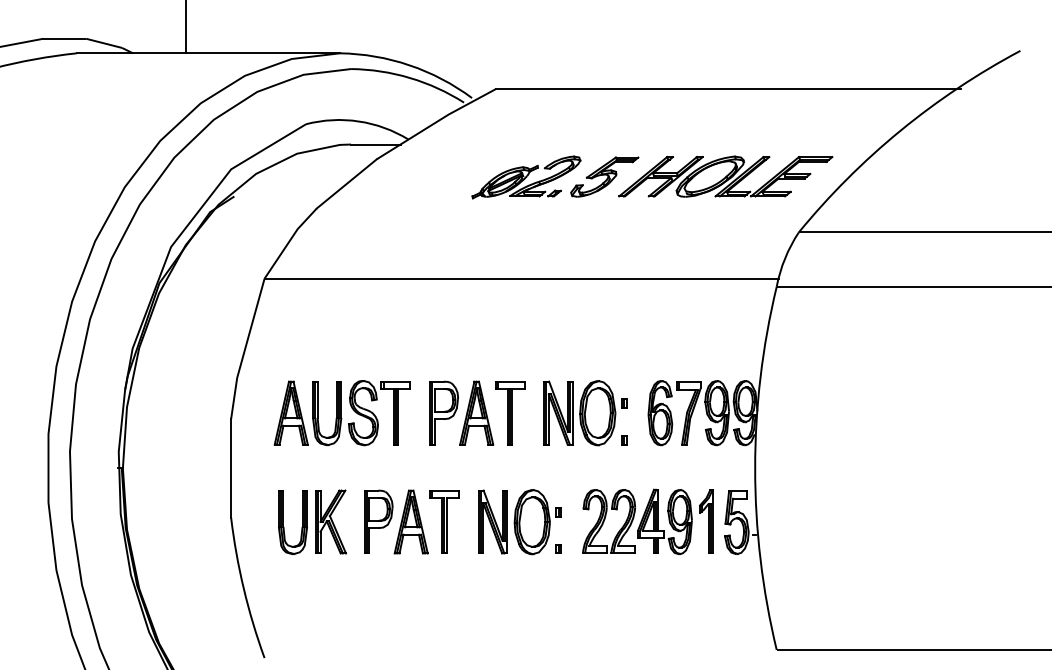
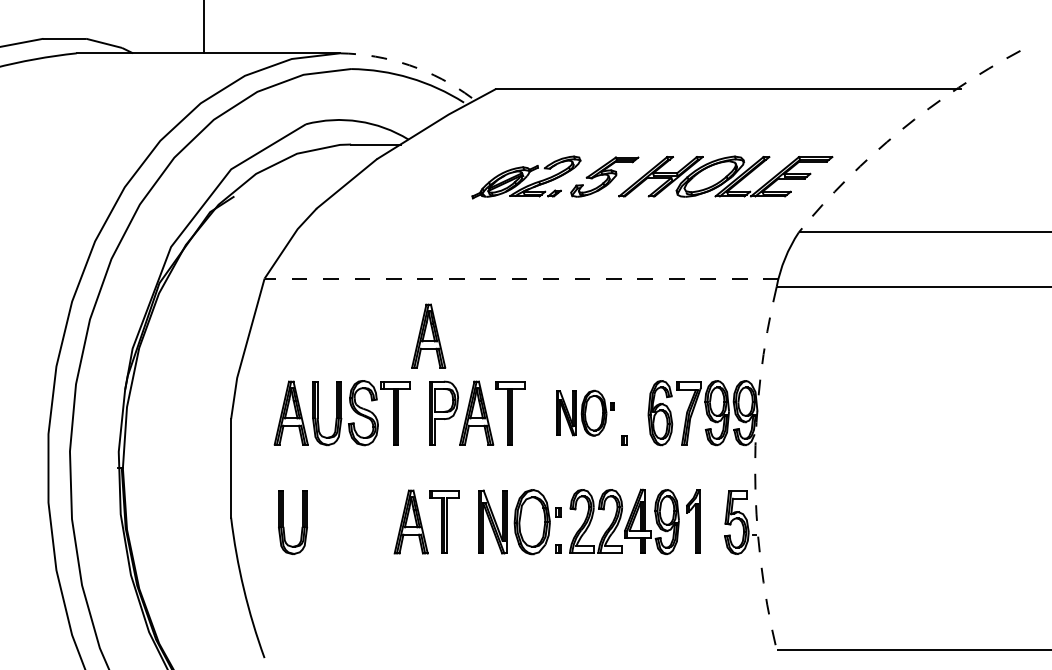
line at (186, 27) position: (186, 27) -> (204, 27)
arc at (409, 65): solid -> dashed
arc at (900, 130): solid -> dashed
line at (521, 278): solid -> dashed
part at (428, 335): none -> present
part at (585, 413) size: 85x67 px -> 59x48 px
arc at (755, 468): solid -> dashed
part at (330, 521): present -> none
part at (378, 521): present -> none
part at (647, 521) position: (647, 521) -> (634, 521)
